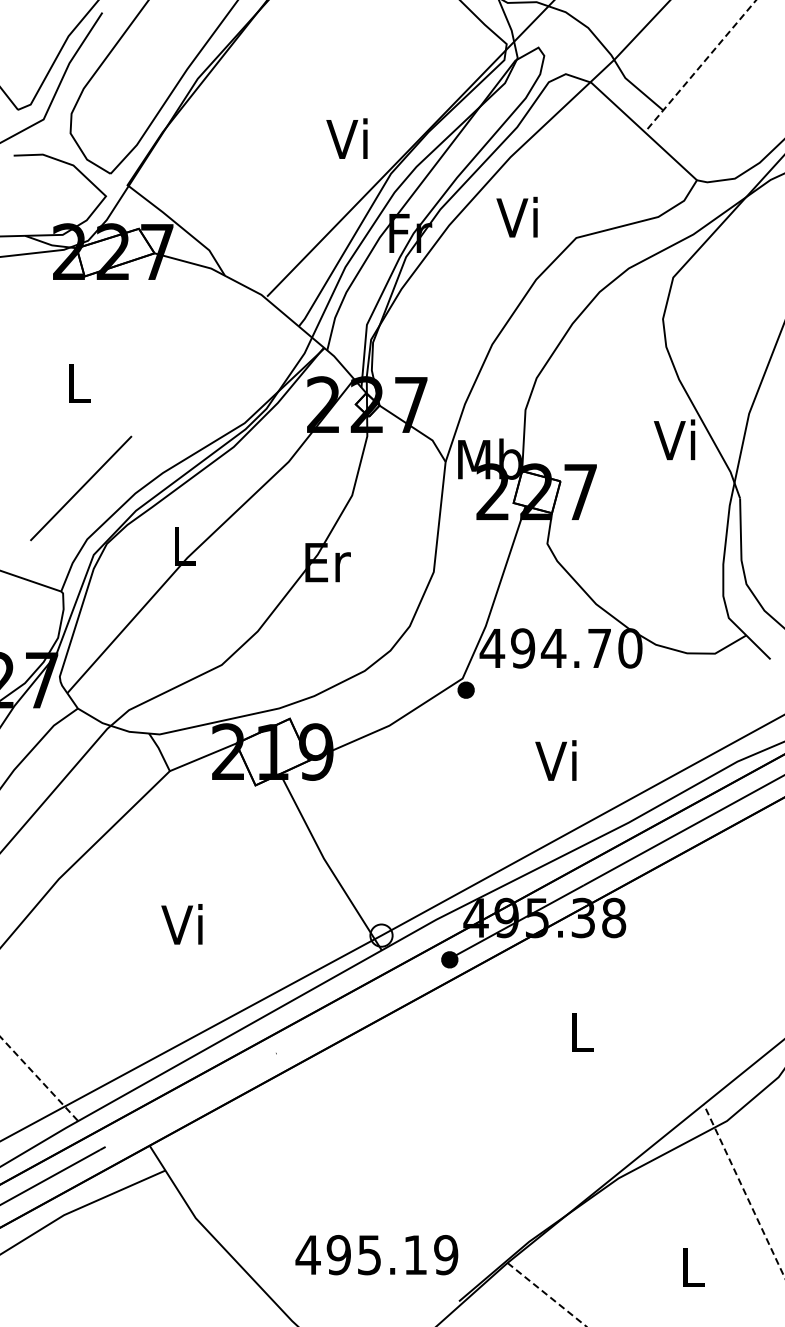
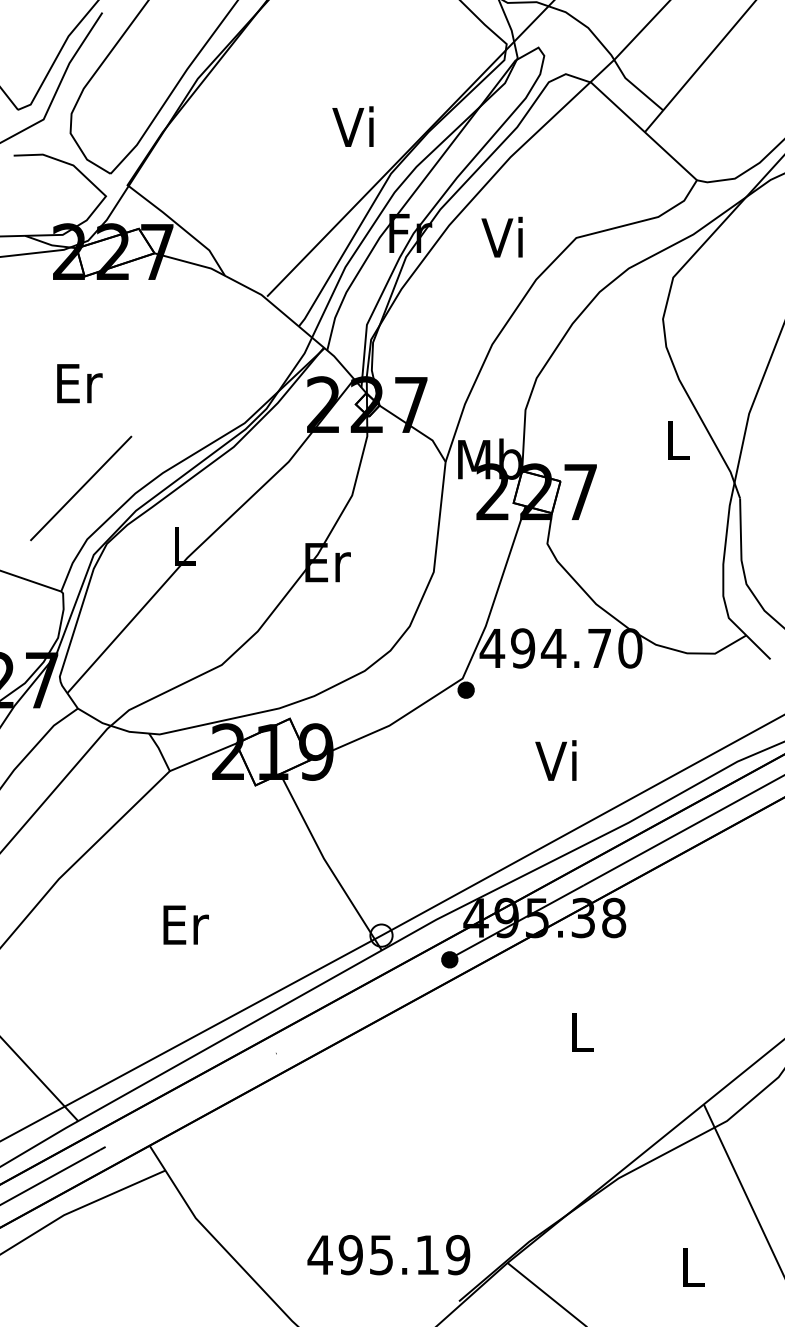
line at (700, 66): dashed -> solid
text at (346, 138) position: (346, 138) -> (352, 126)
text at (516, 216) position: (516, 216) -> (501, 236)
text at (79, 383): L -> Er
text at (674, 439): Vi -> L
text at (184, 924): Vi -> Er
line at (39, 1079): dashed -> solid
line at (744, 1191): dashed -> solid
text at (376, 1255) position: (376, 1255) -> (388, 1255)
line at (547, 1294): dashed -> solid
